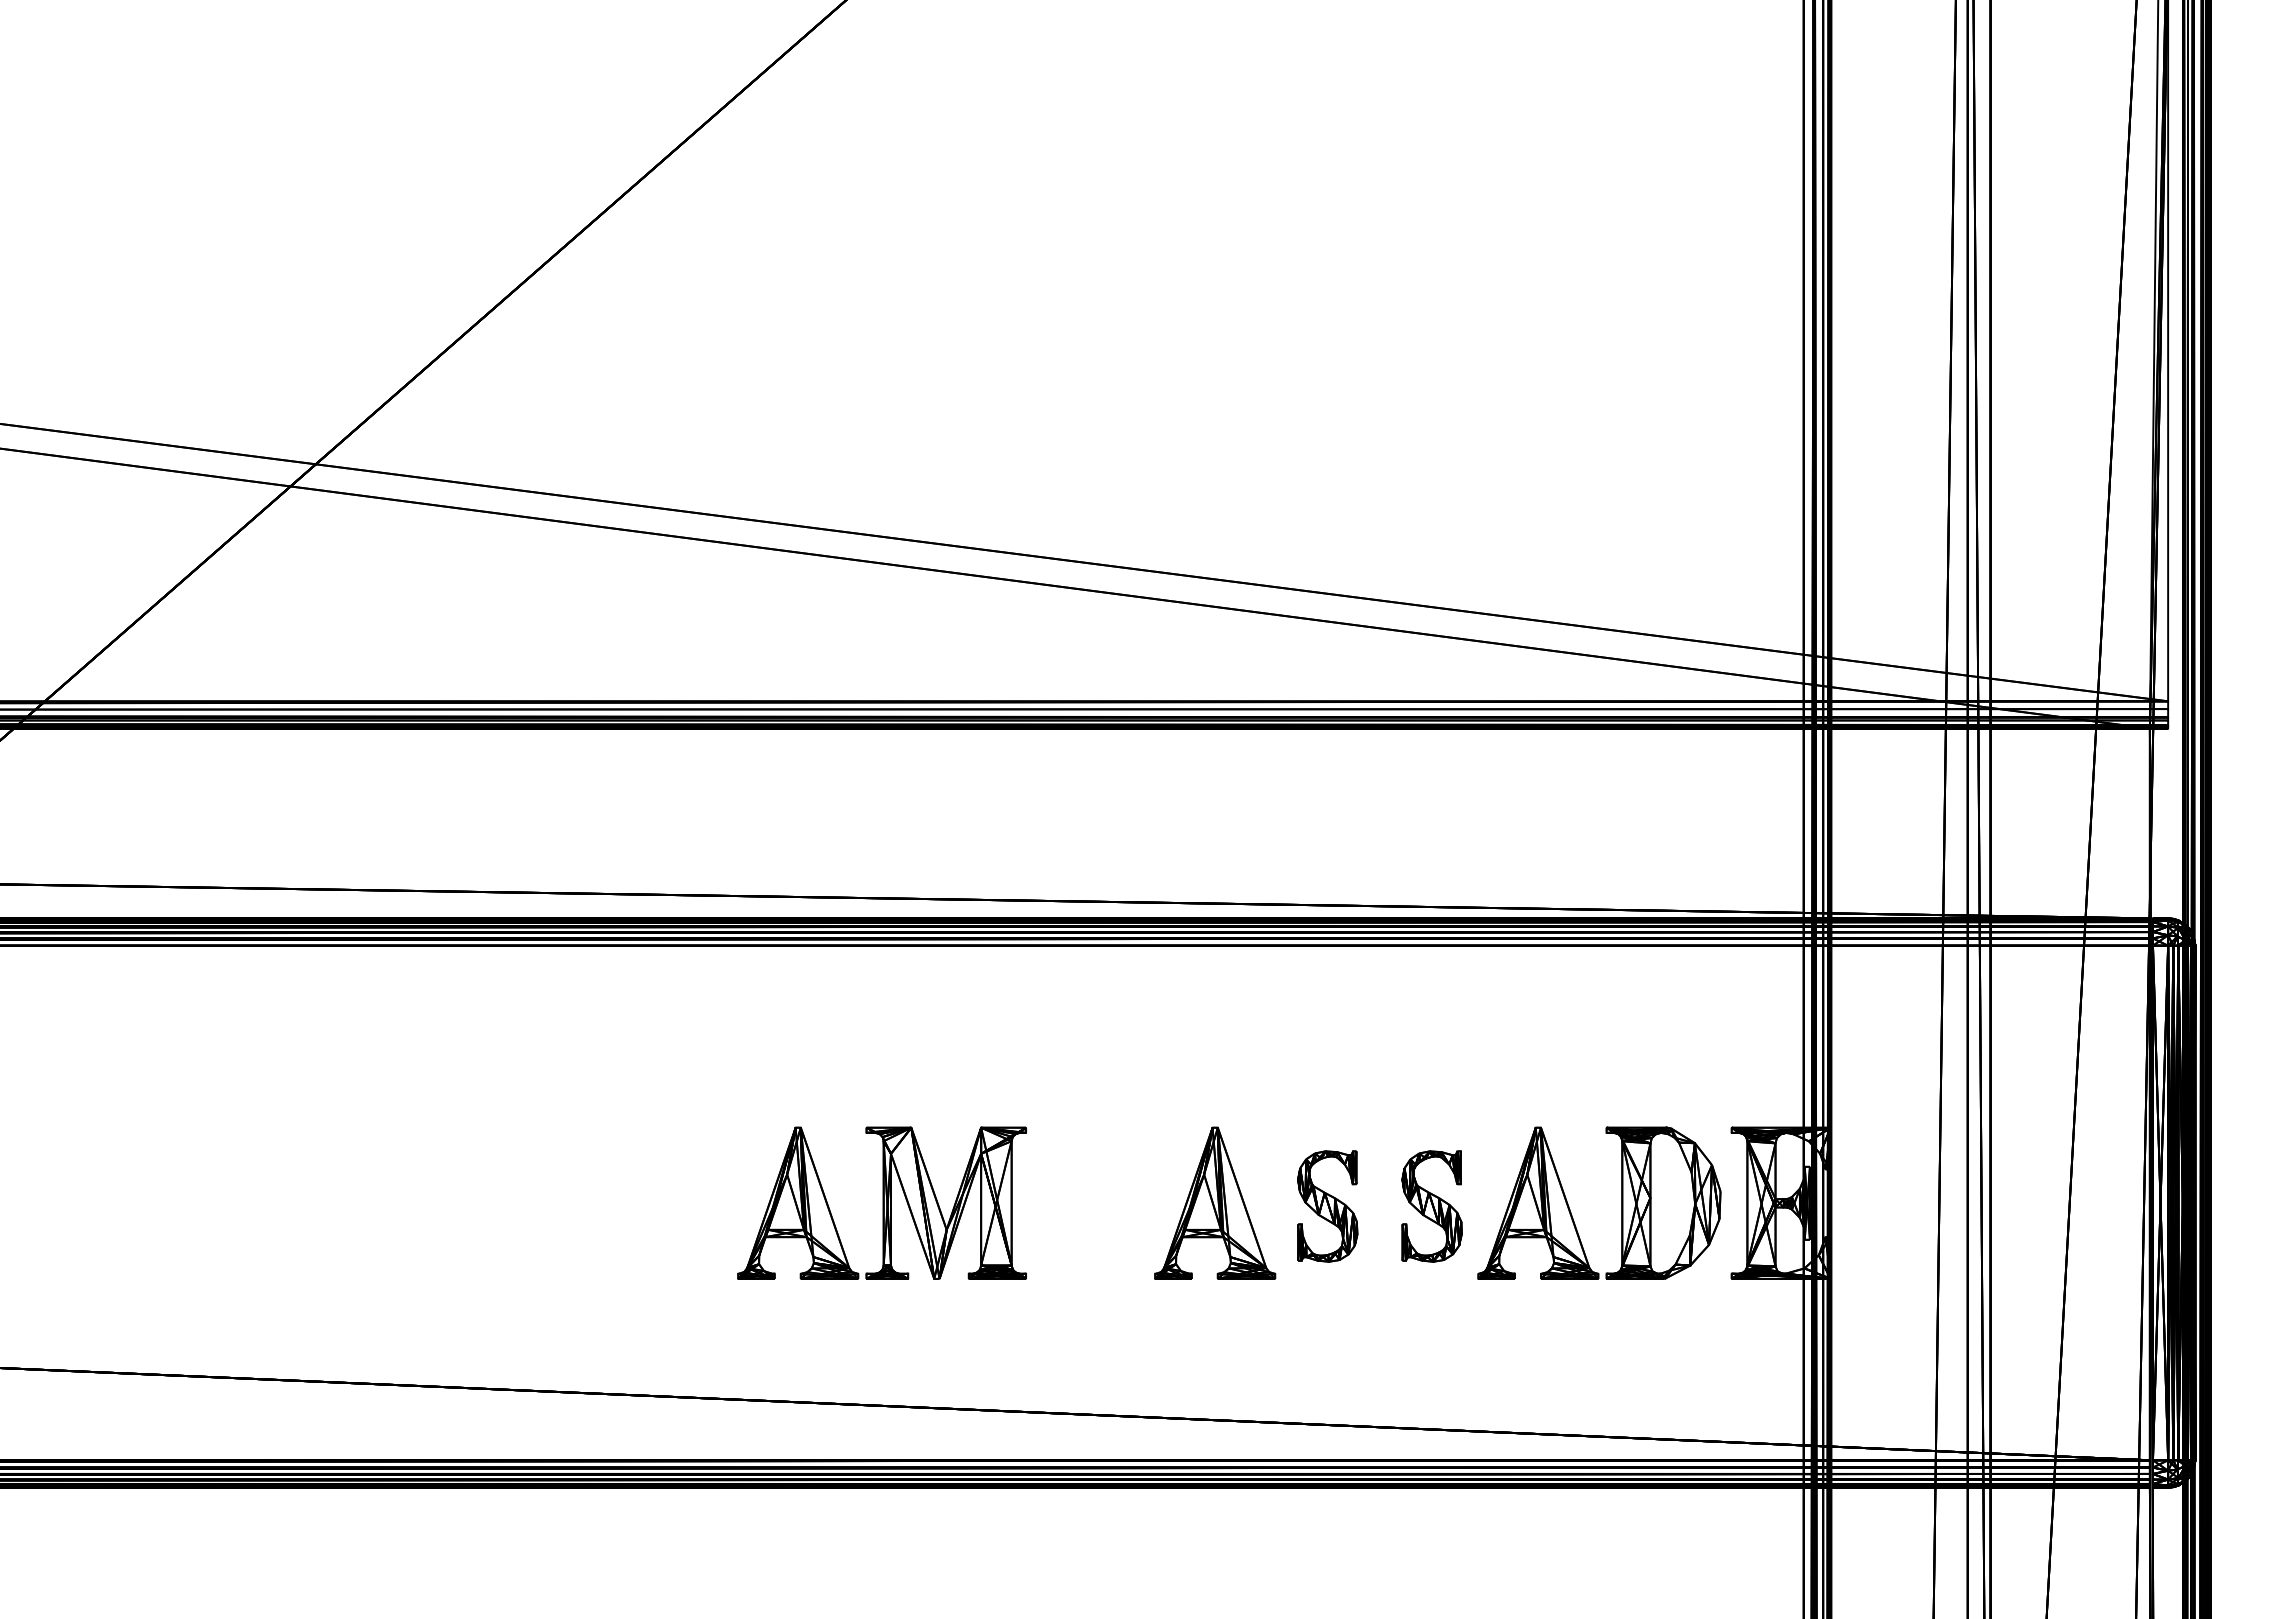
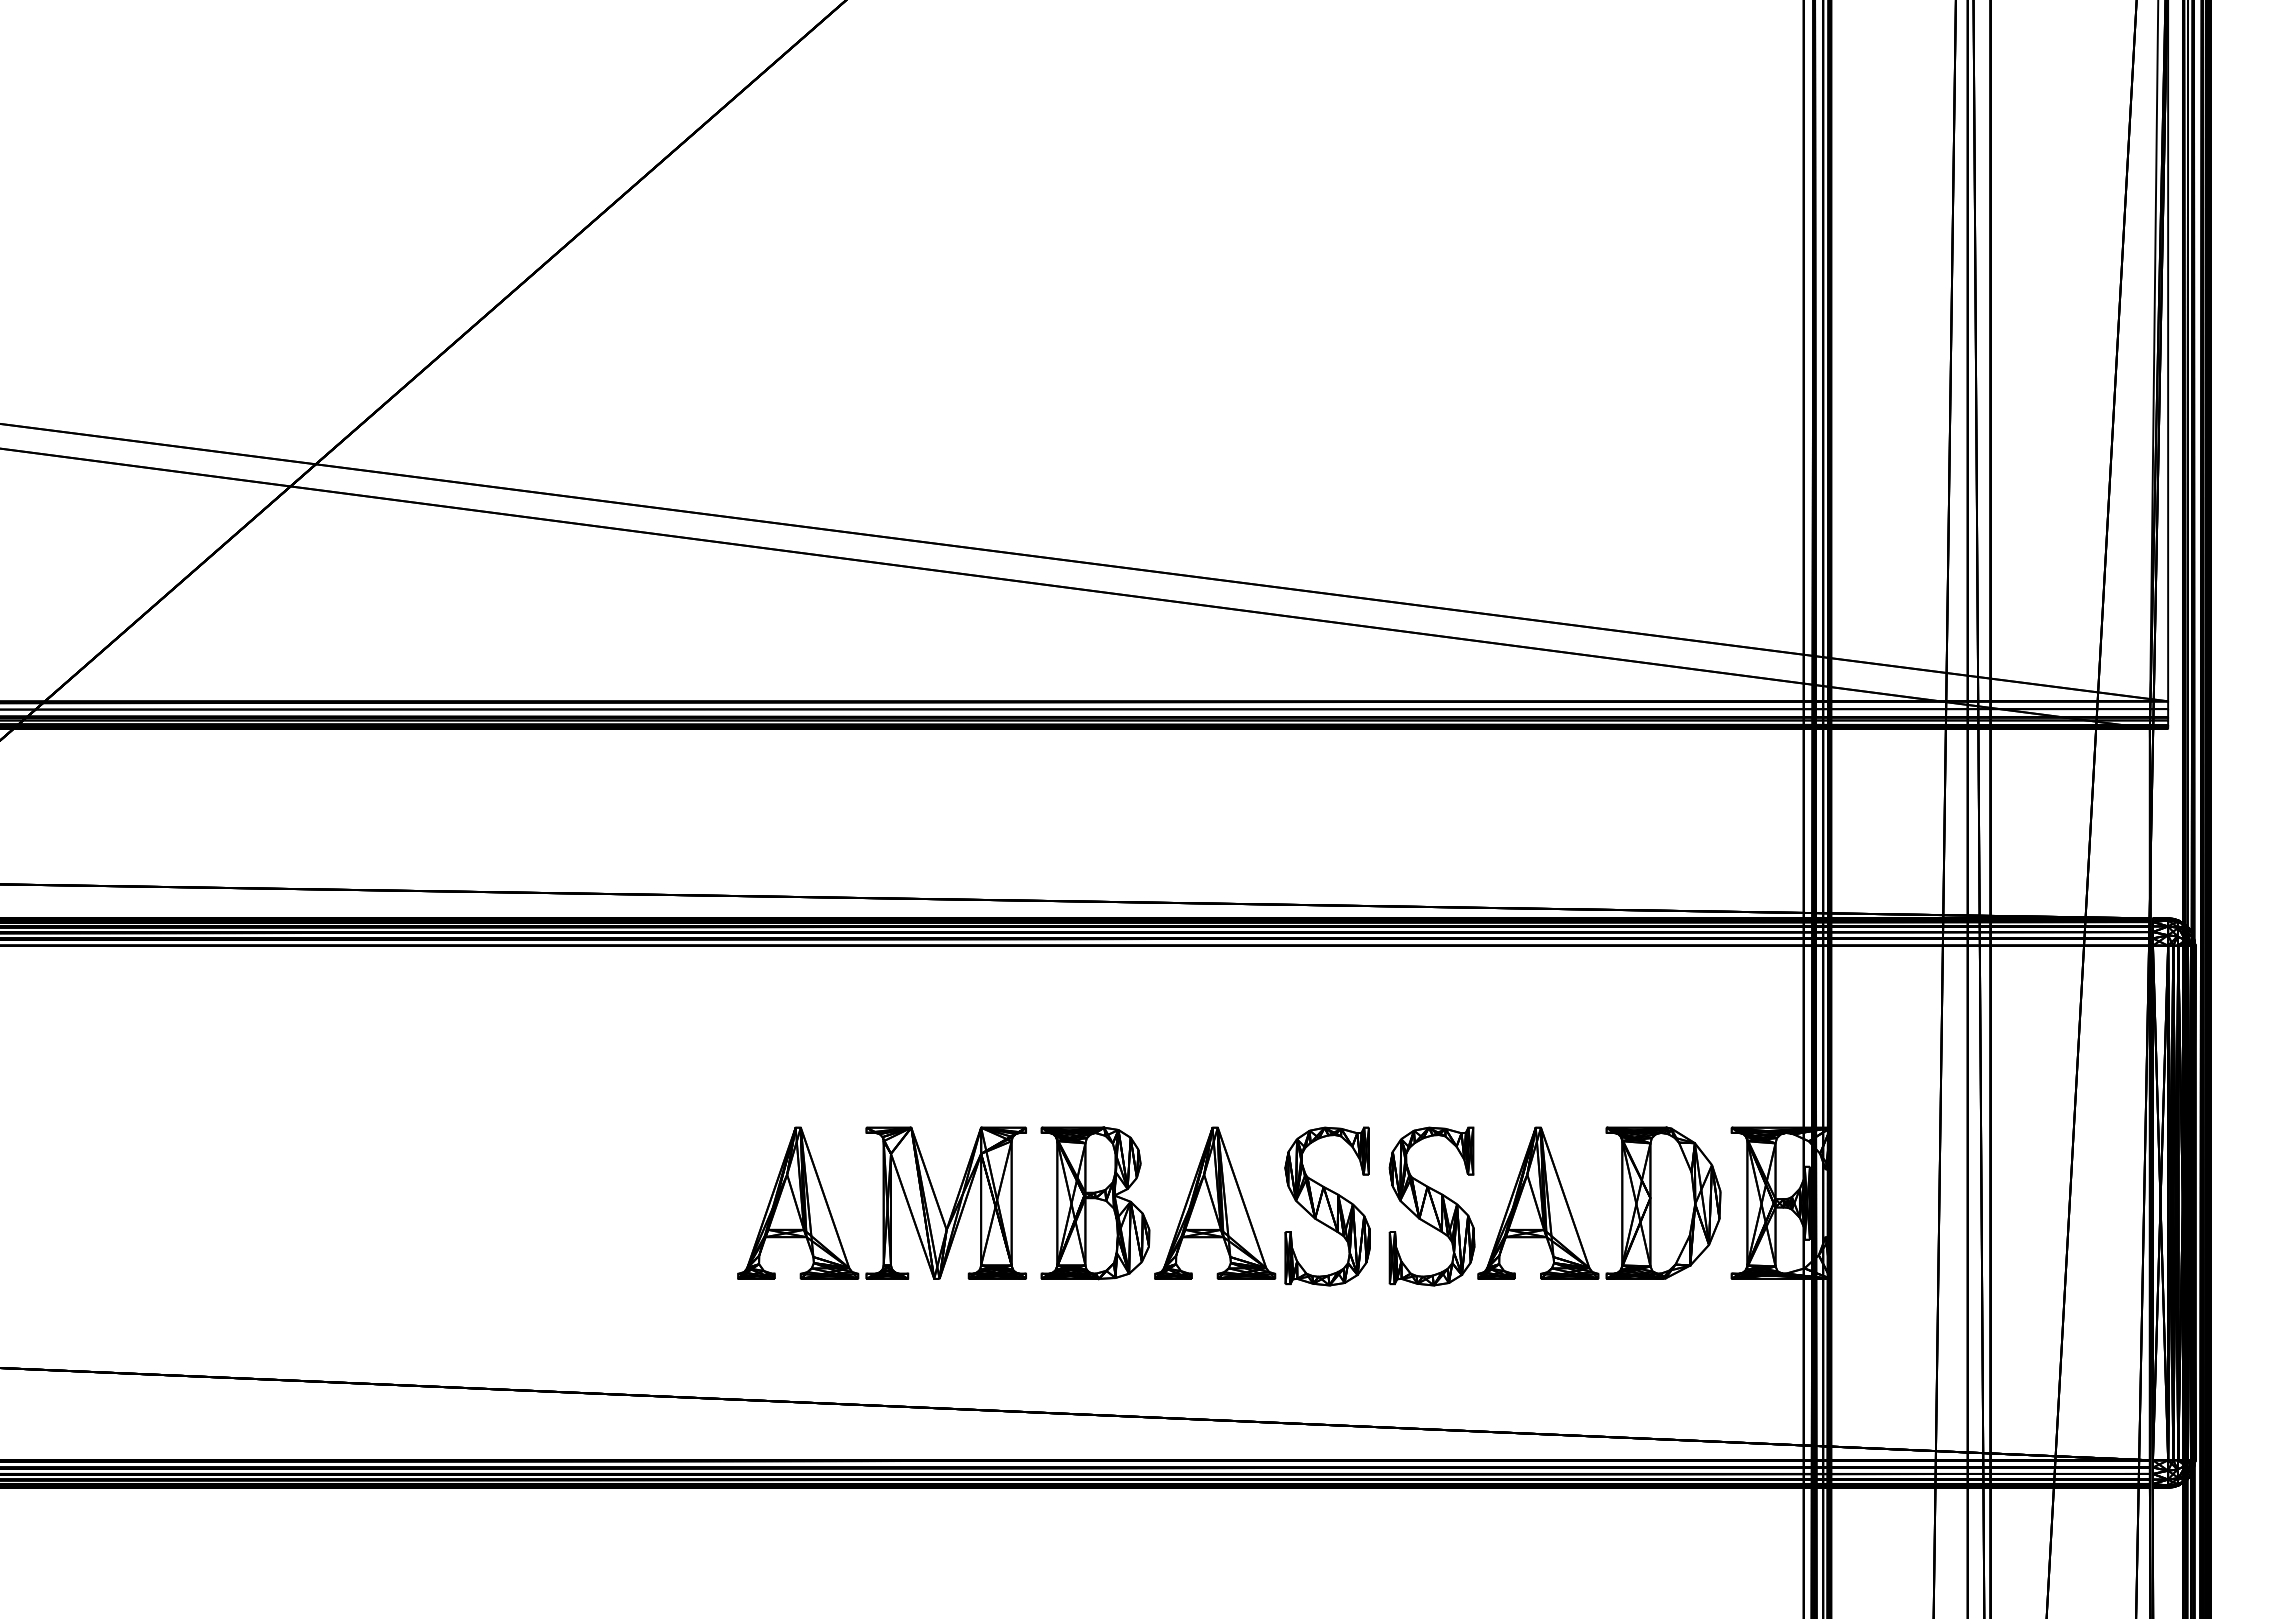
part at (1095, 1203): none -> present
part at (1327, 1206) size: 62x113 px -> 87x161 px
part at (1431, 1206) size: 62x113 px -> 88x161 px
